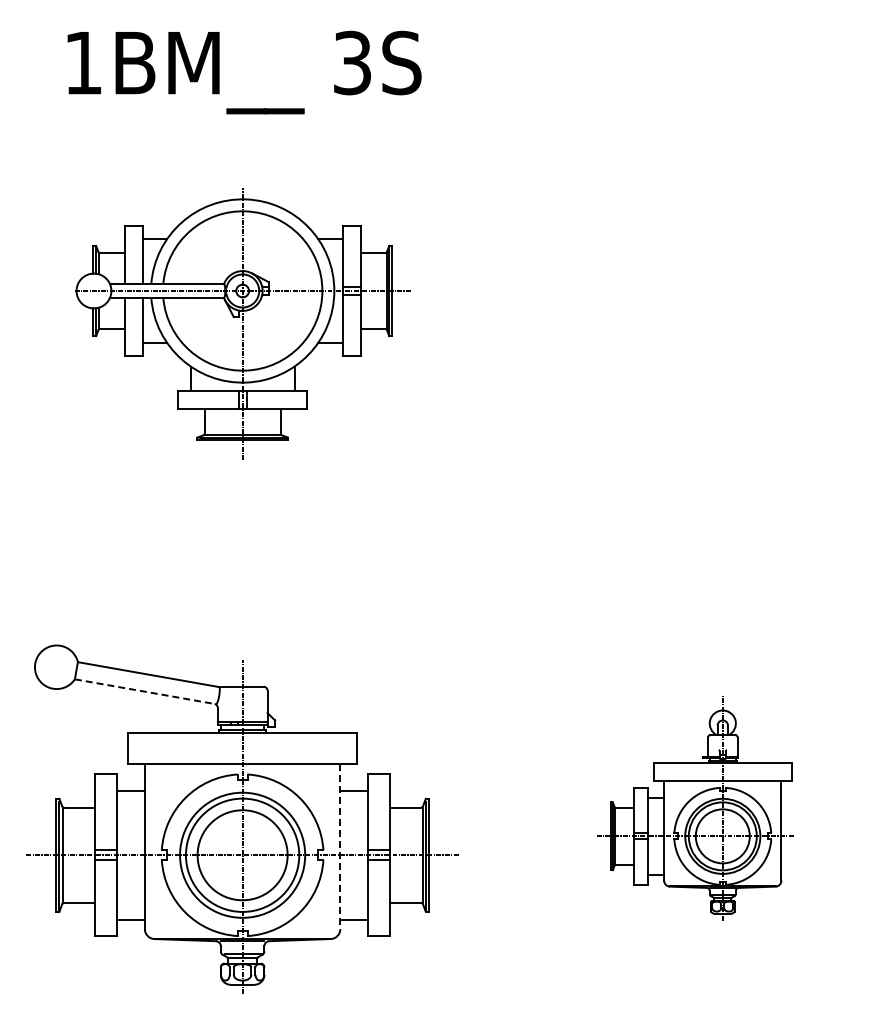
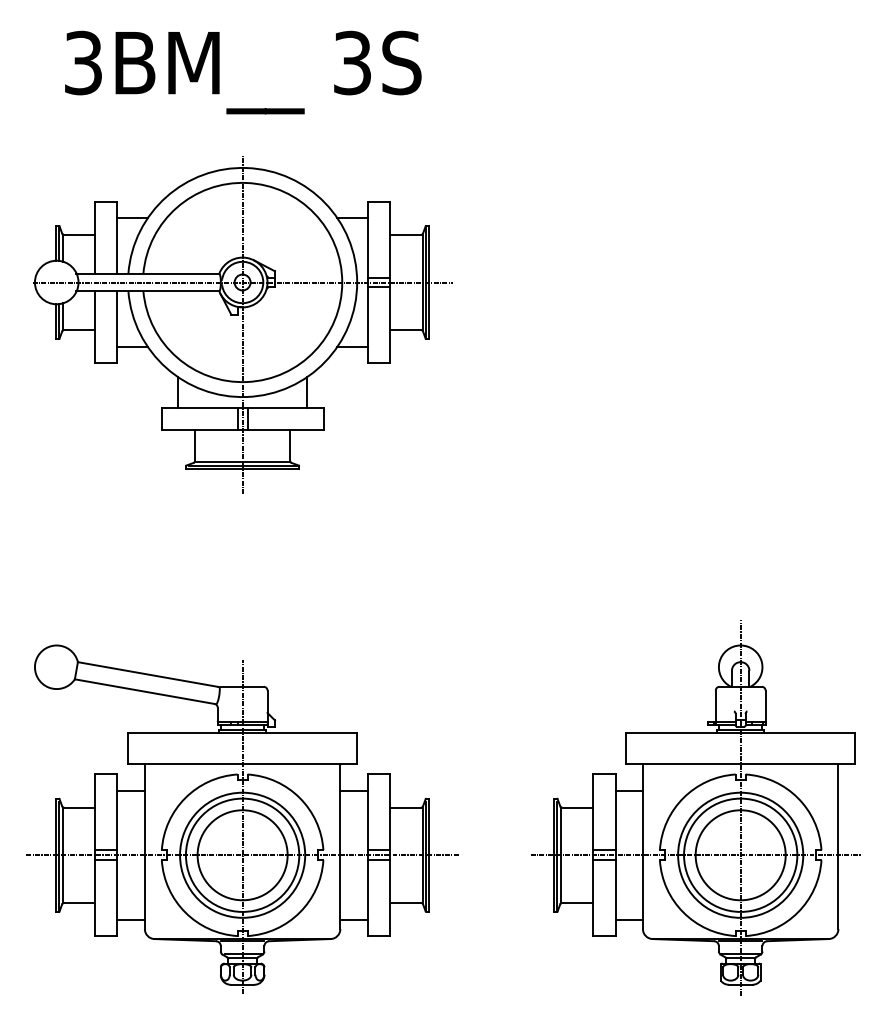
text at (83, 62): 1BM__ -> 3BM__
part at (242, 323) size: 336x272 px -> 420x338 px
line at (144, 691): dashed -> solid
part at (695, 808) size: 197x225 px -> 330x376 px
line at (340, 846): dashed -> solid
